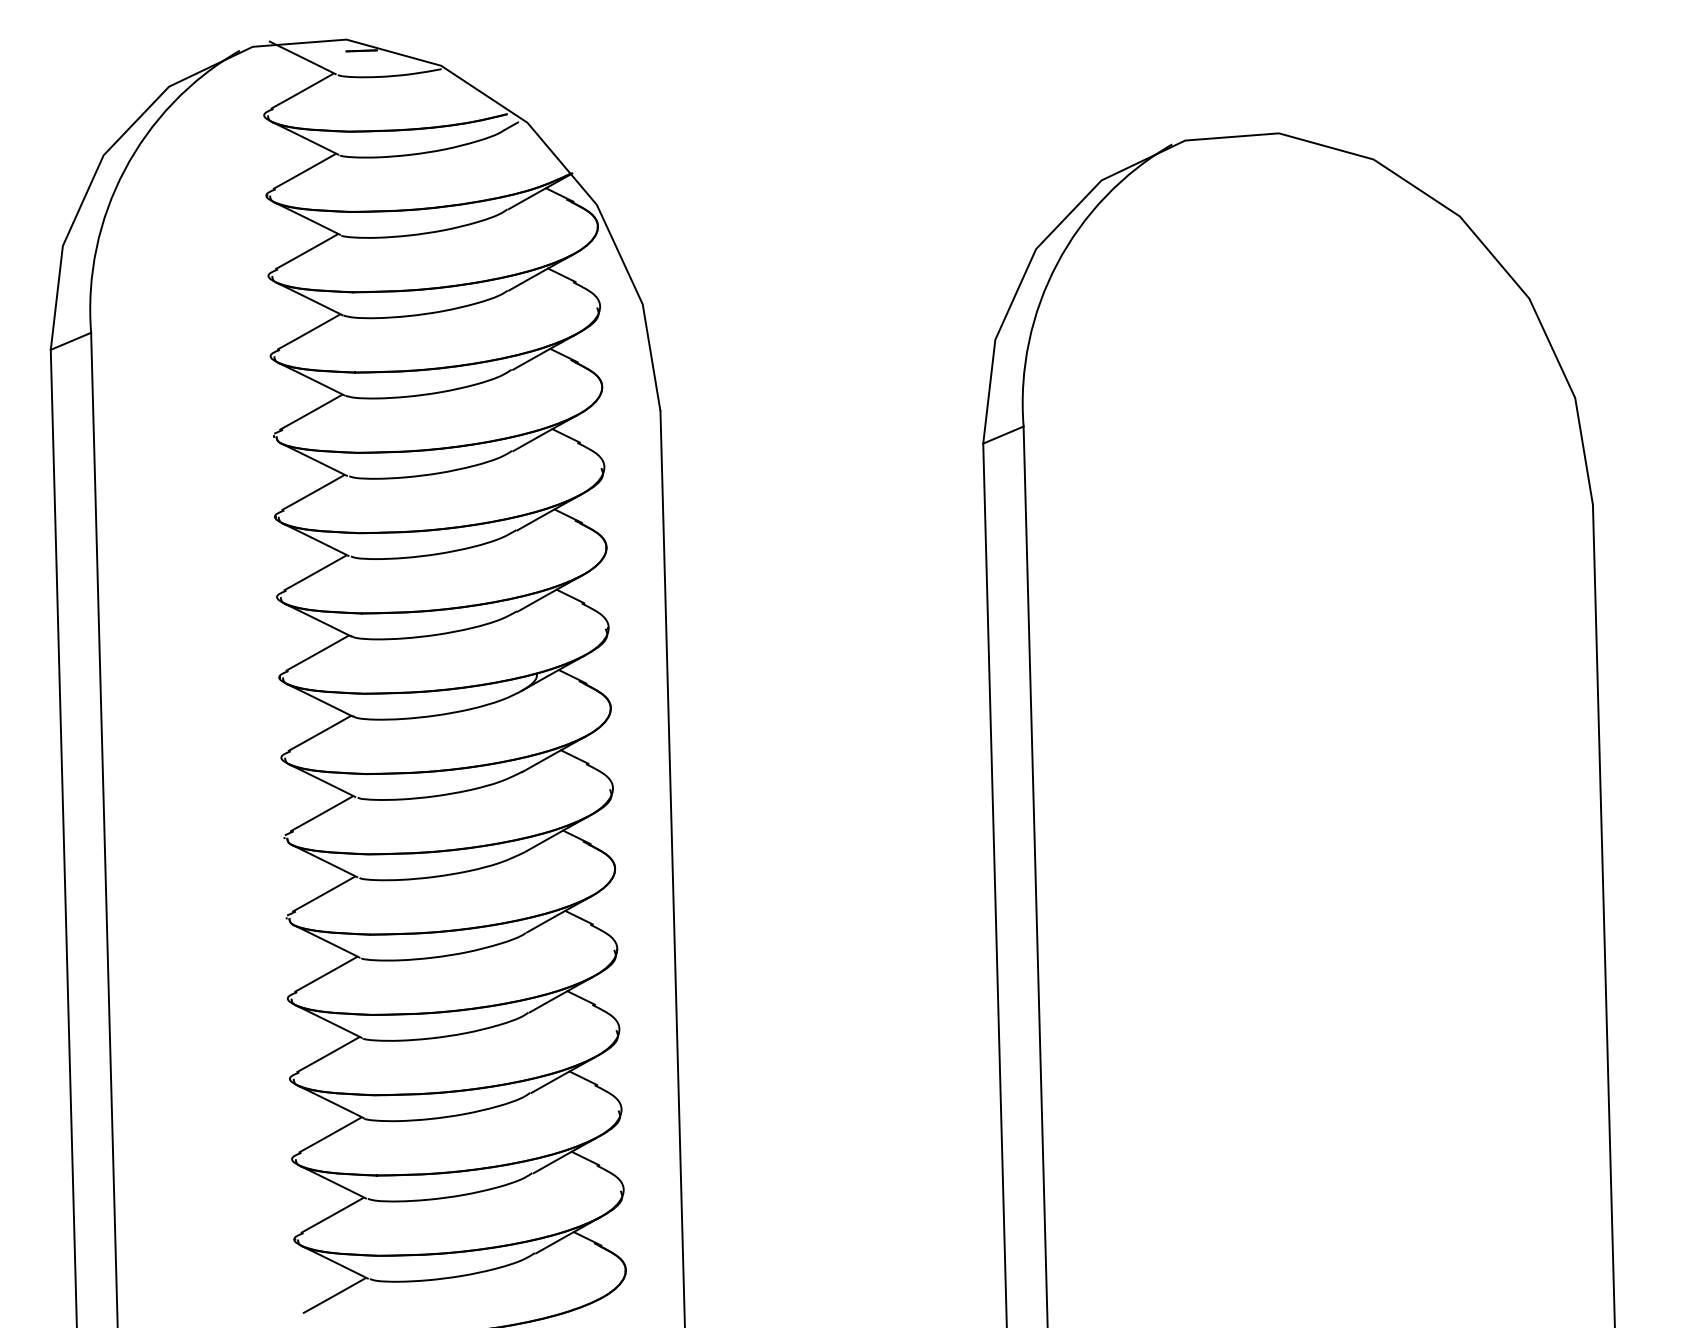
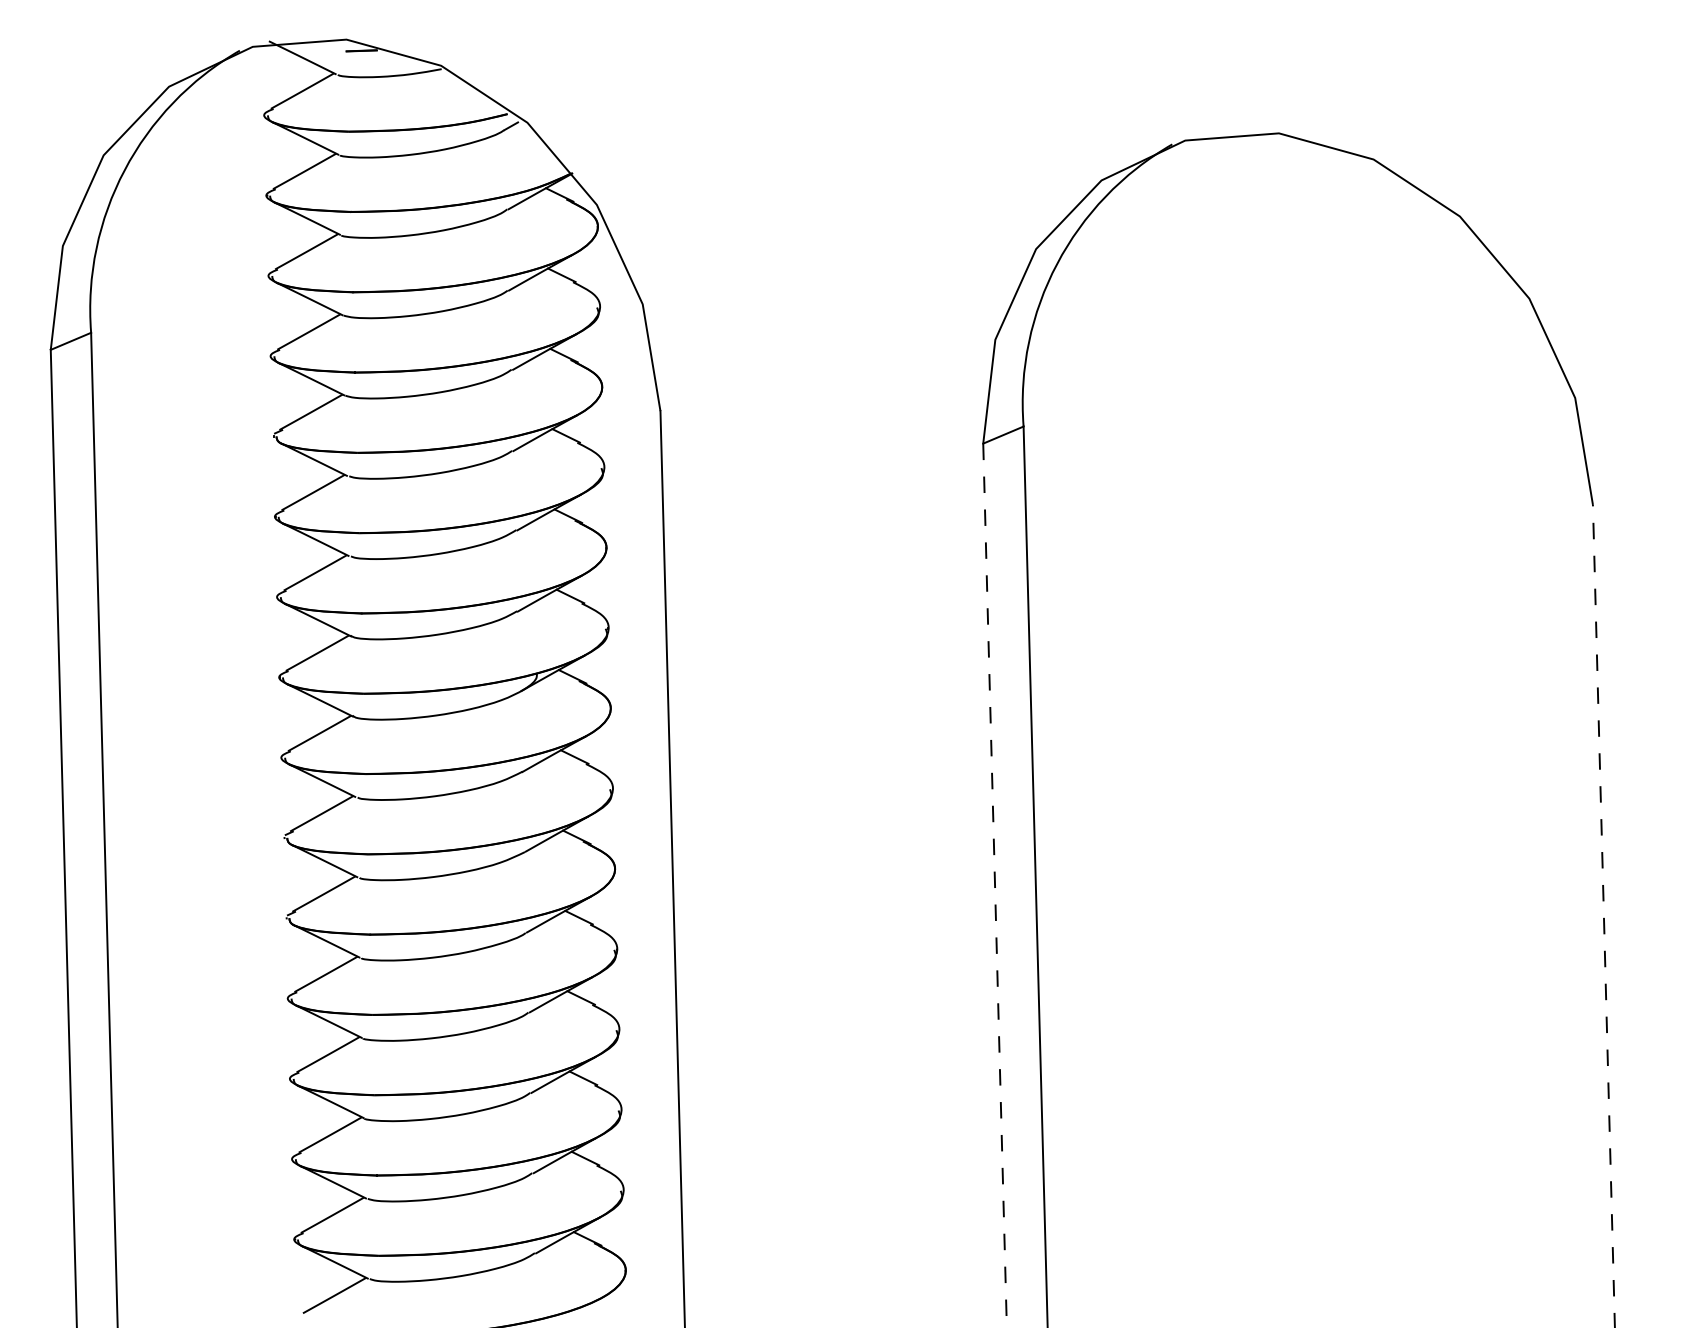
line at (995, 885): solid -> dashed
line at (1603, 915): solid -> dashed
